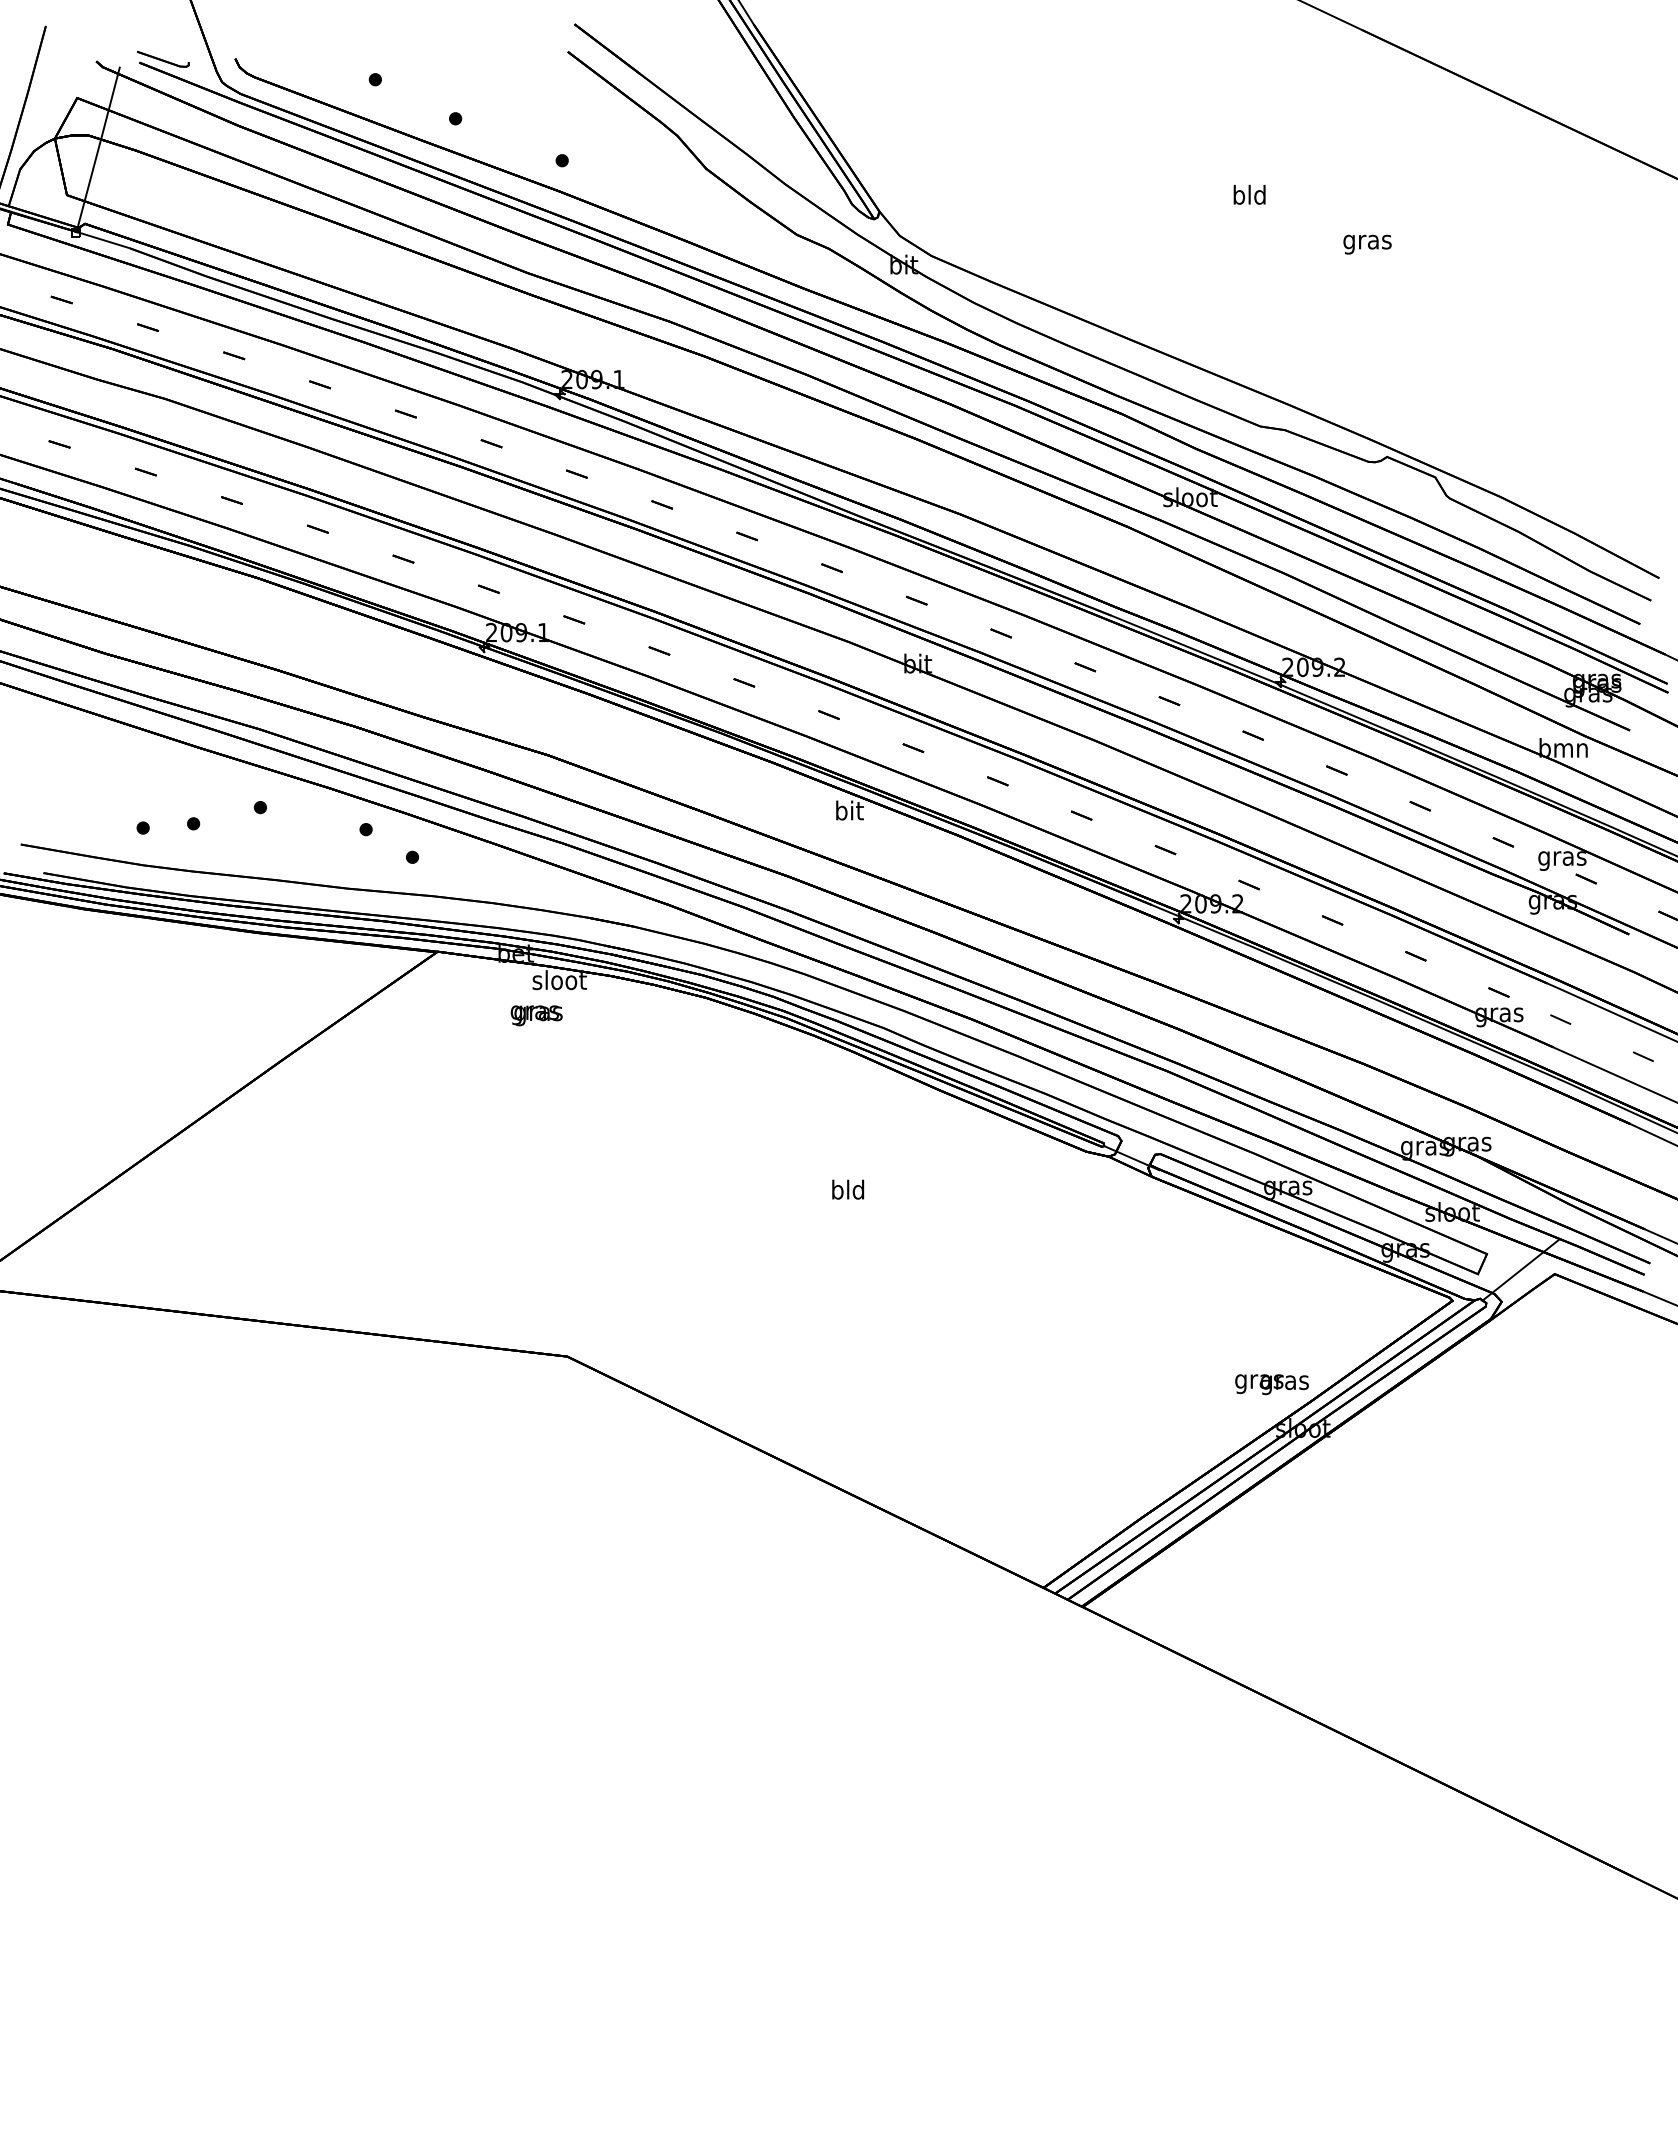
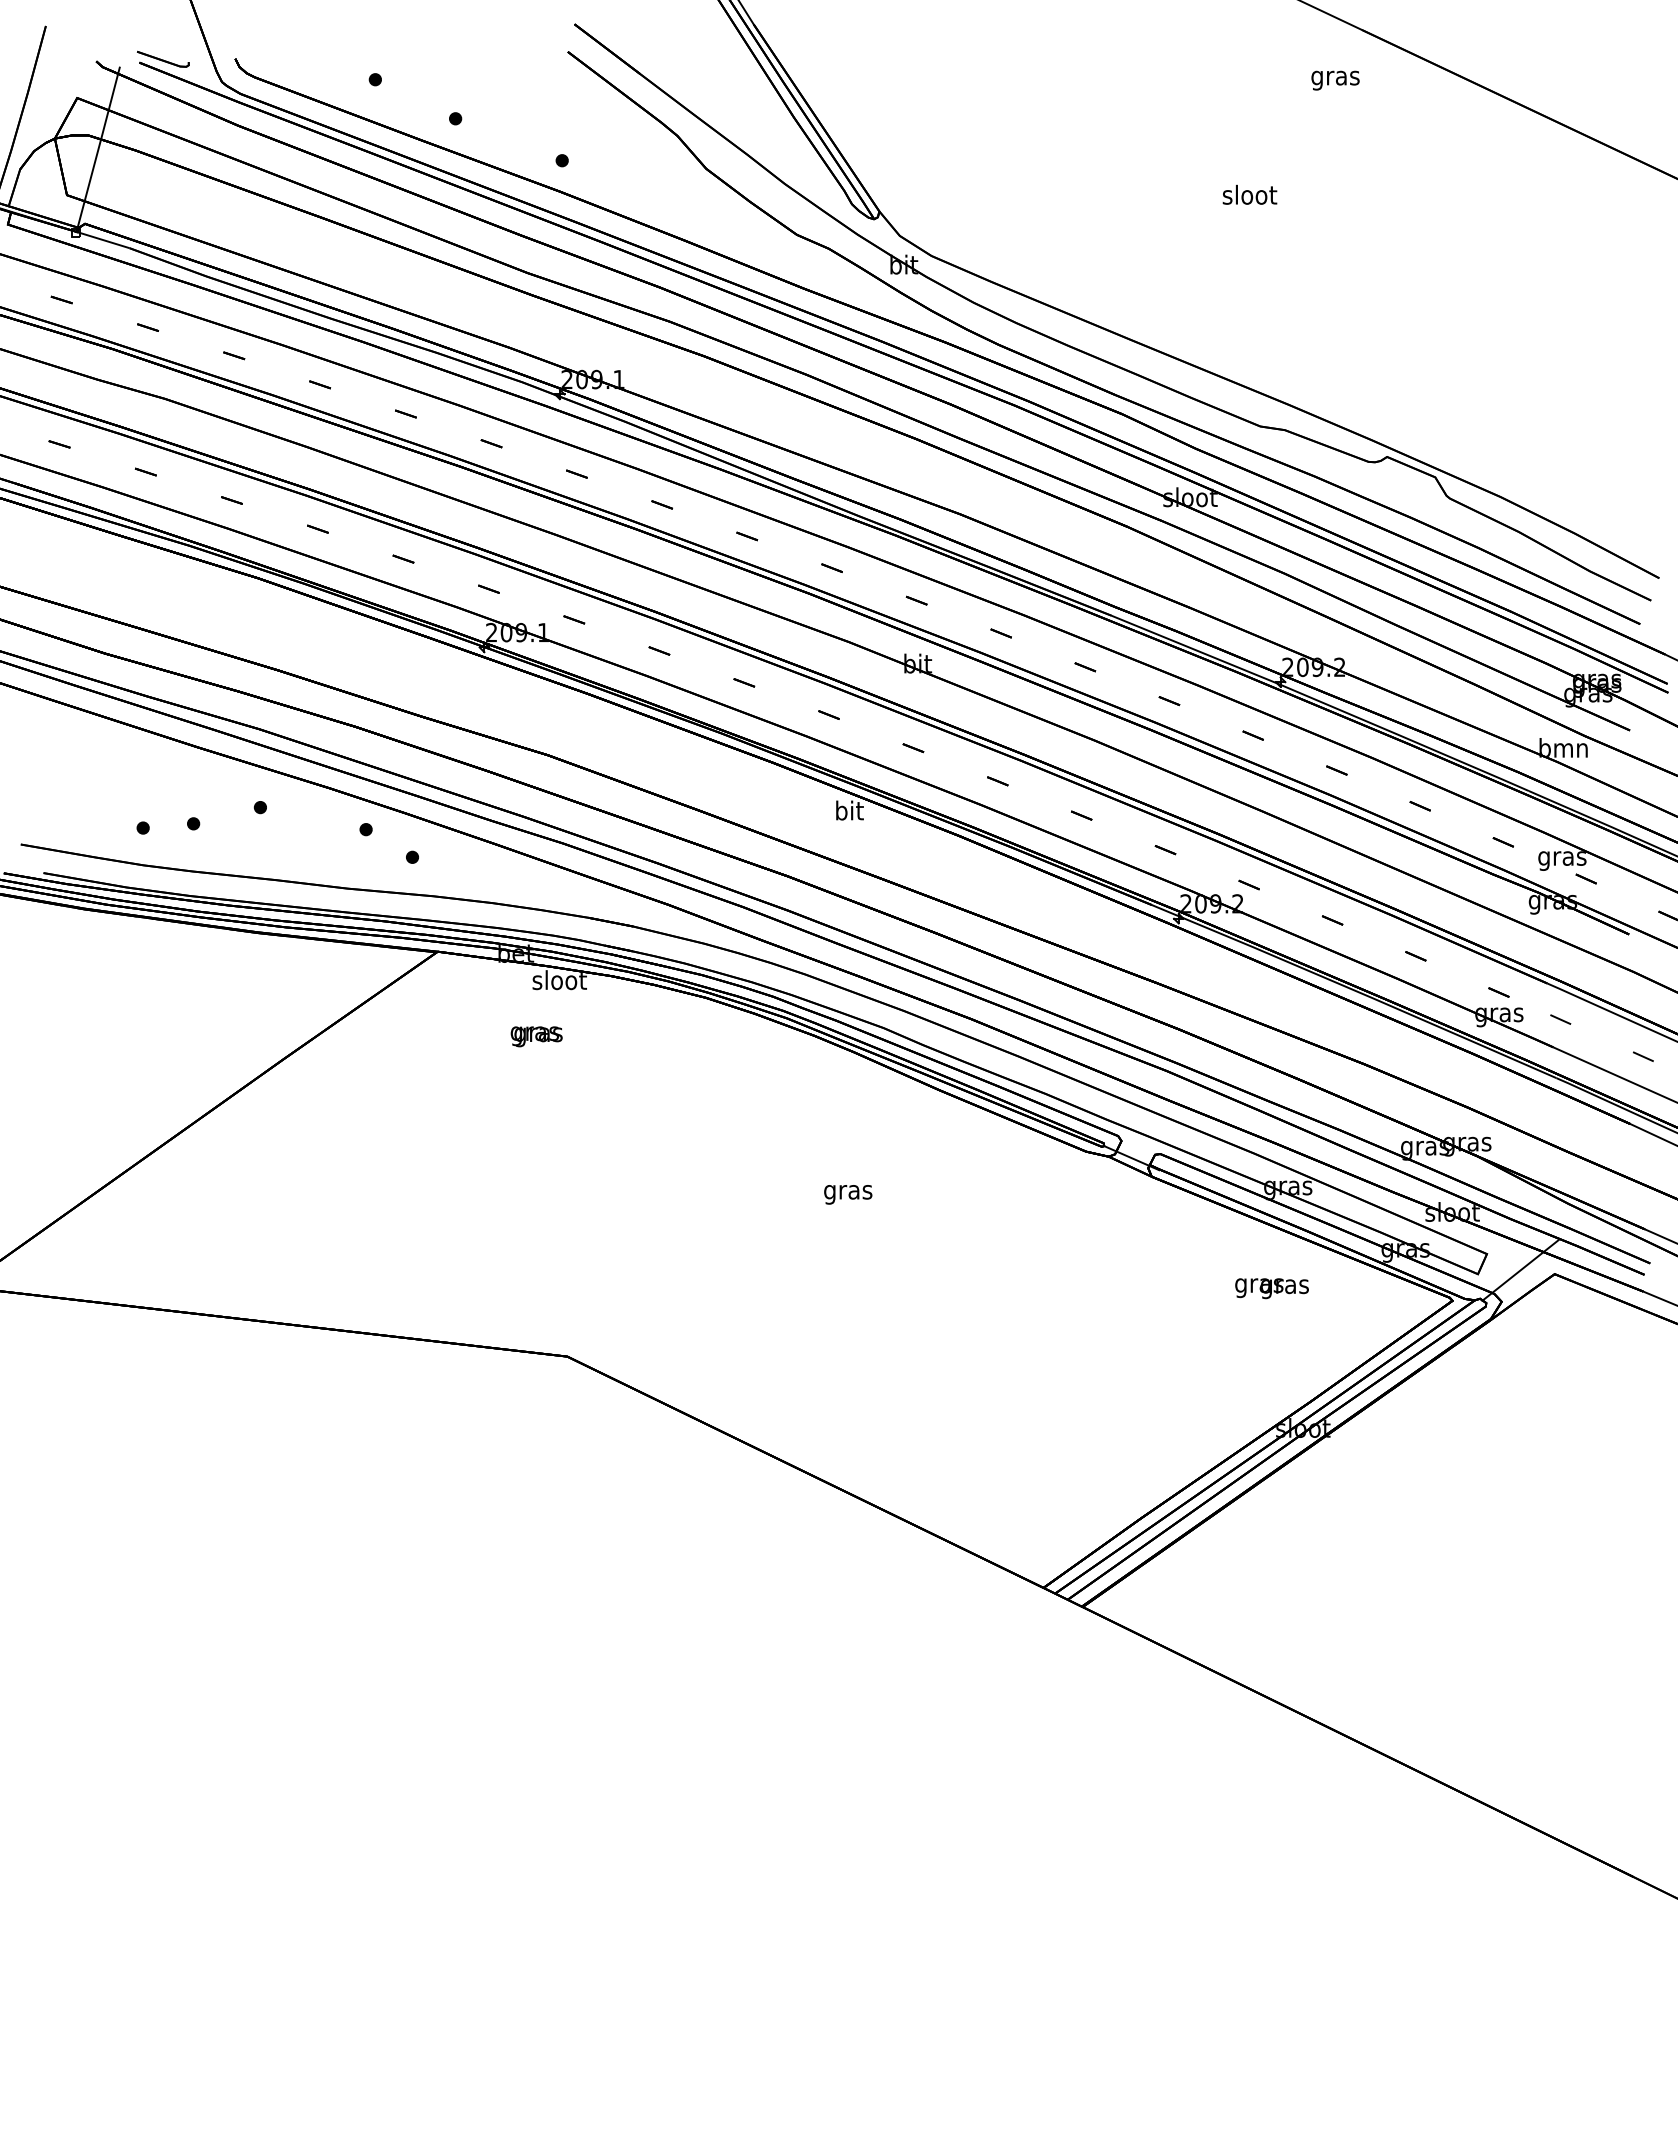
text at (1249, 194): bld -> sloot
text at (1367, 244) position: (1367, 244) -> (1335, 80)
text at (536, 1015) position: (536, 1015) -> (536, 1036)
text at (848, 1191): bld -> gras
text at (1271, 1384) position: (1271, 1384) -> (1271, 1288)
